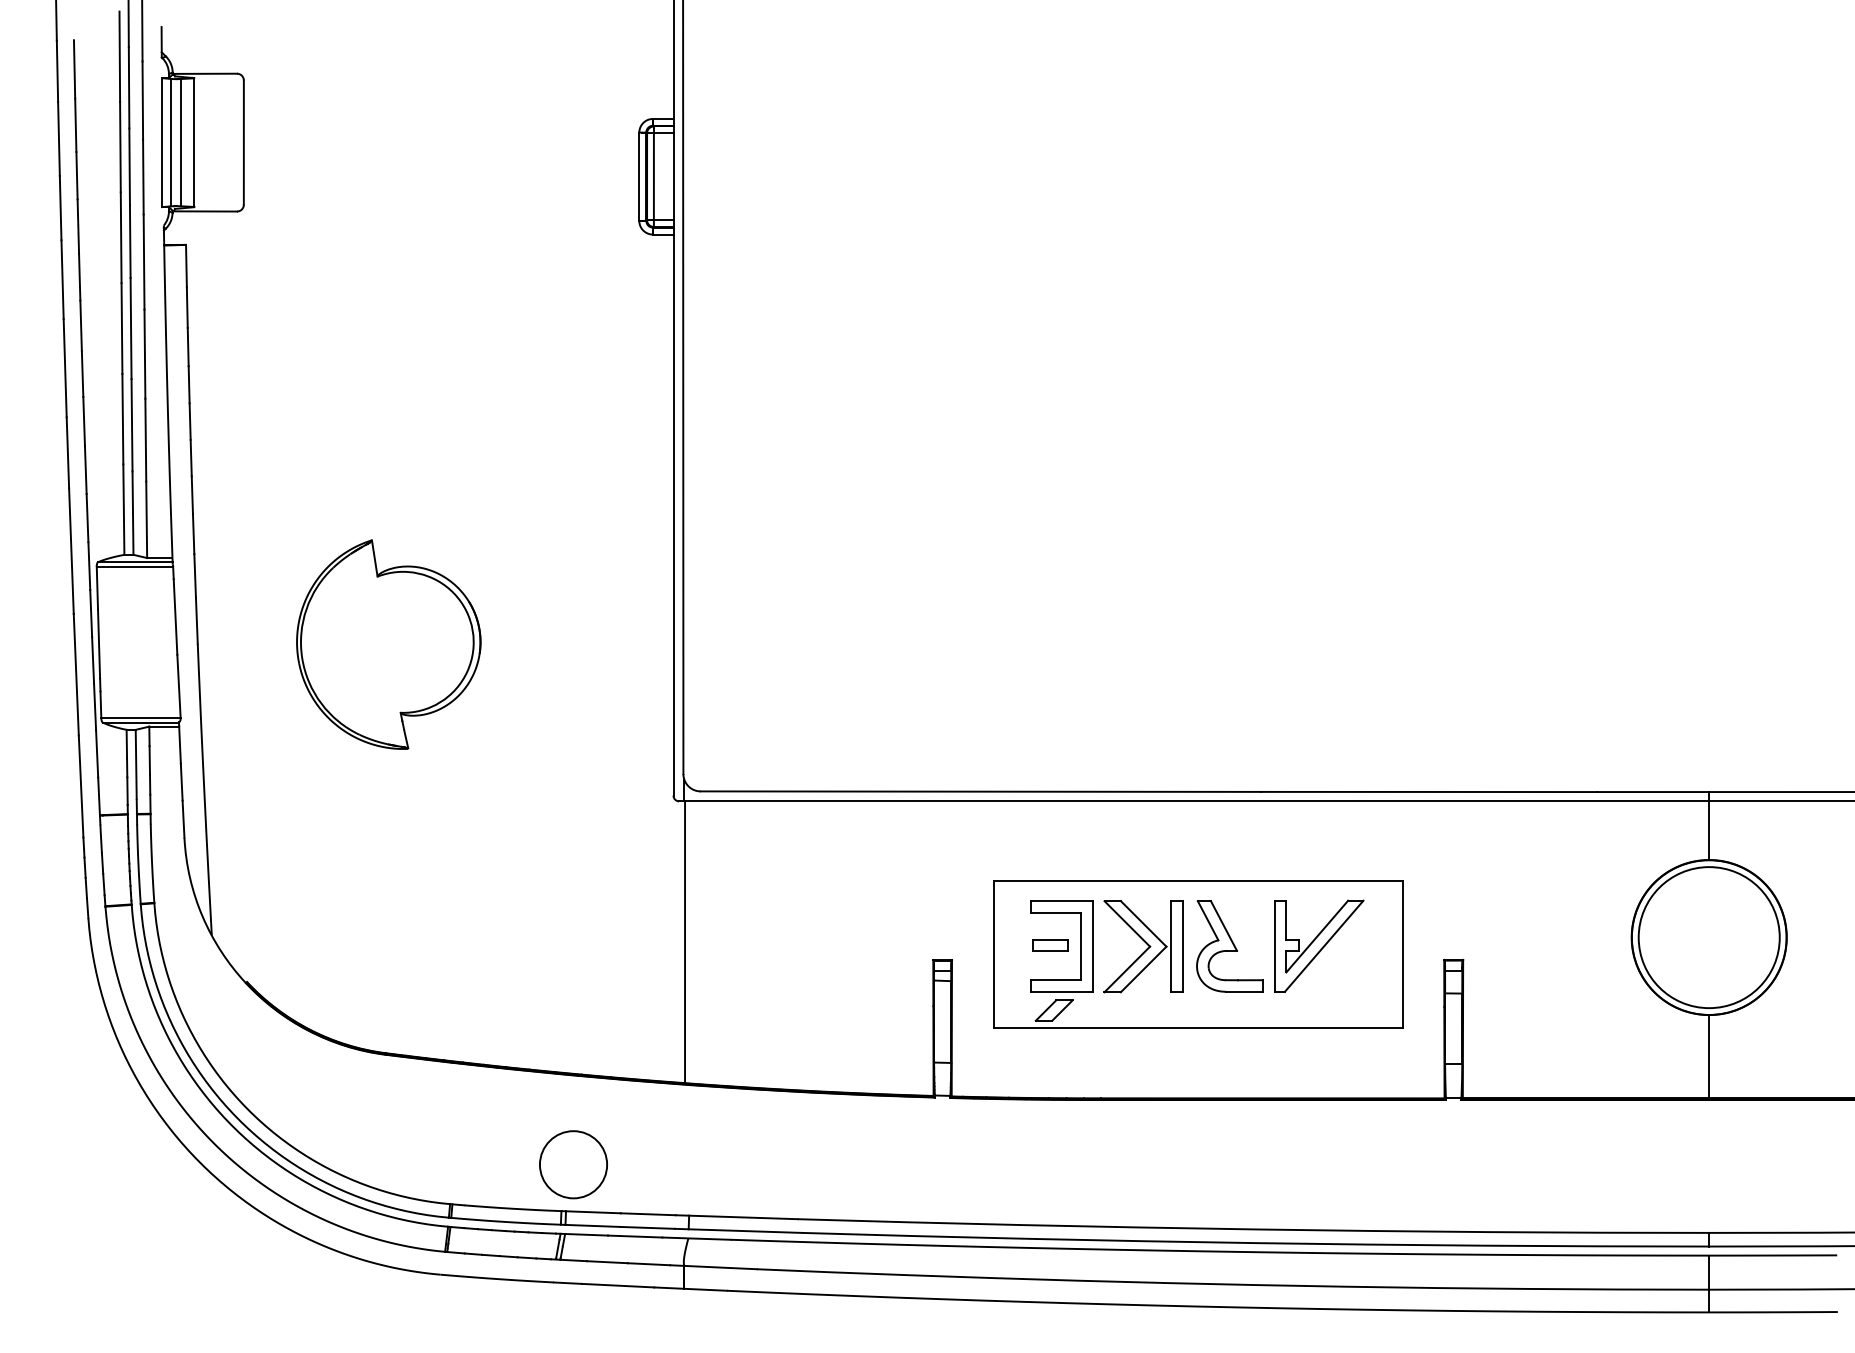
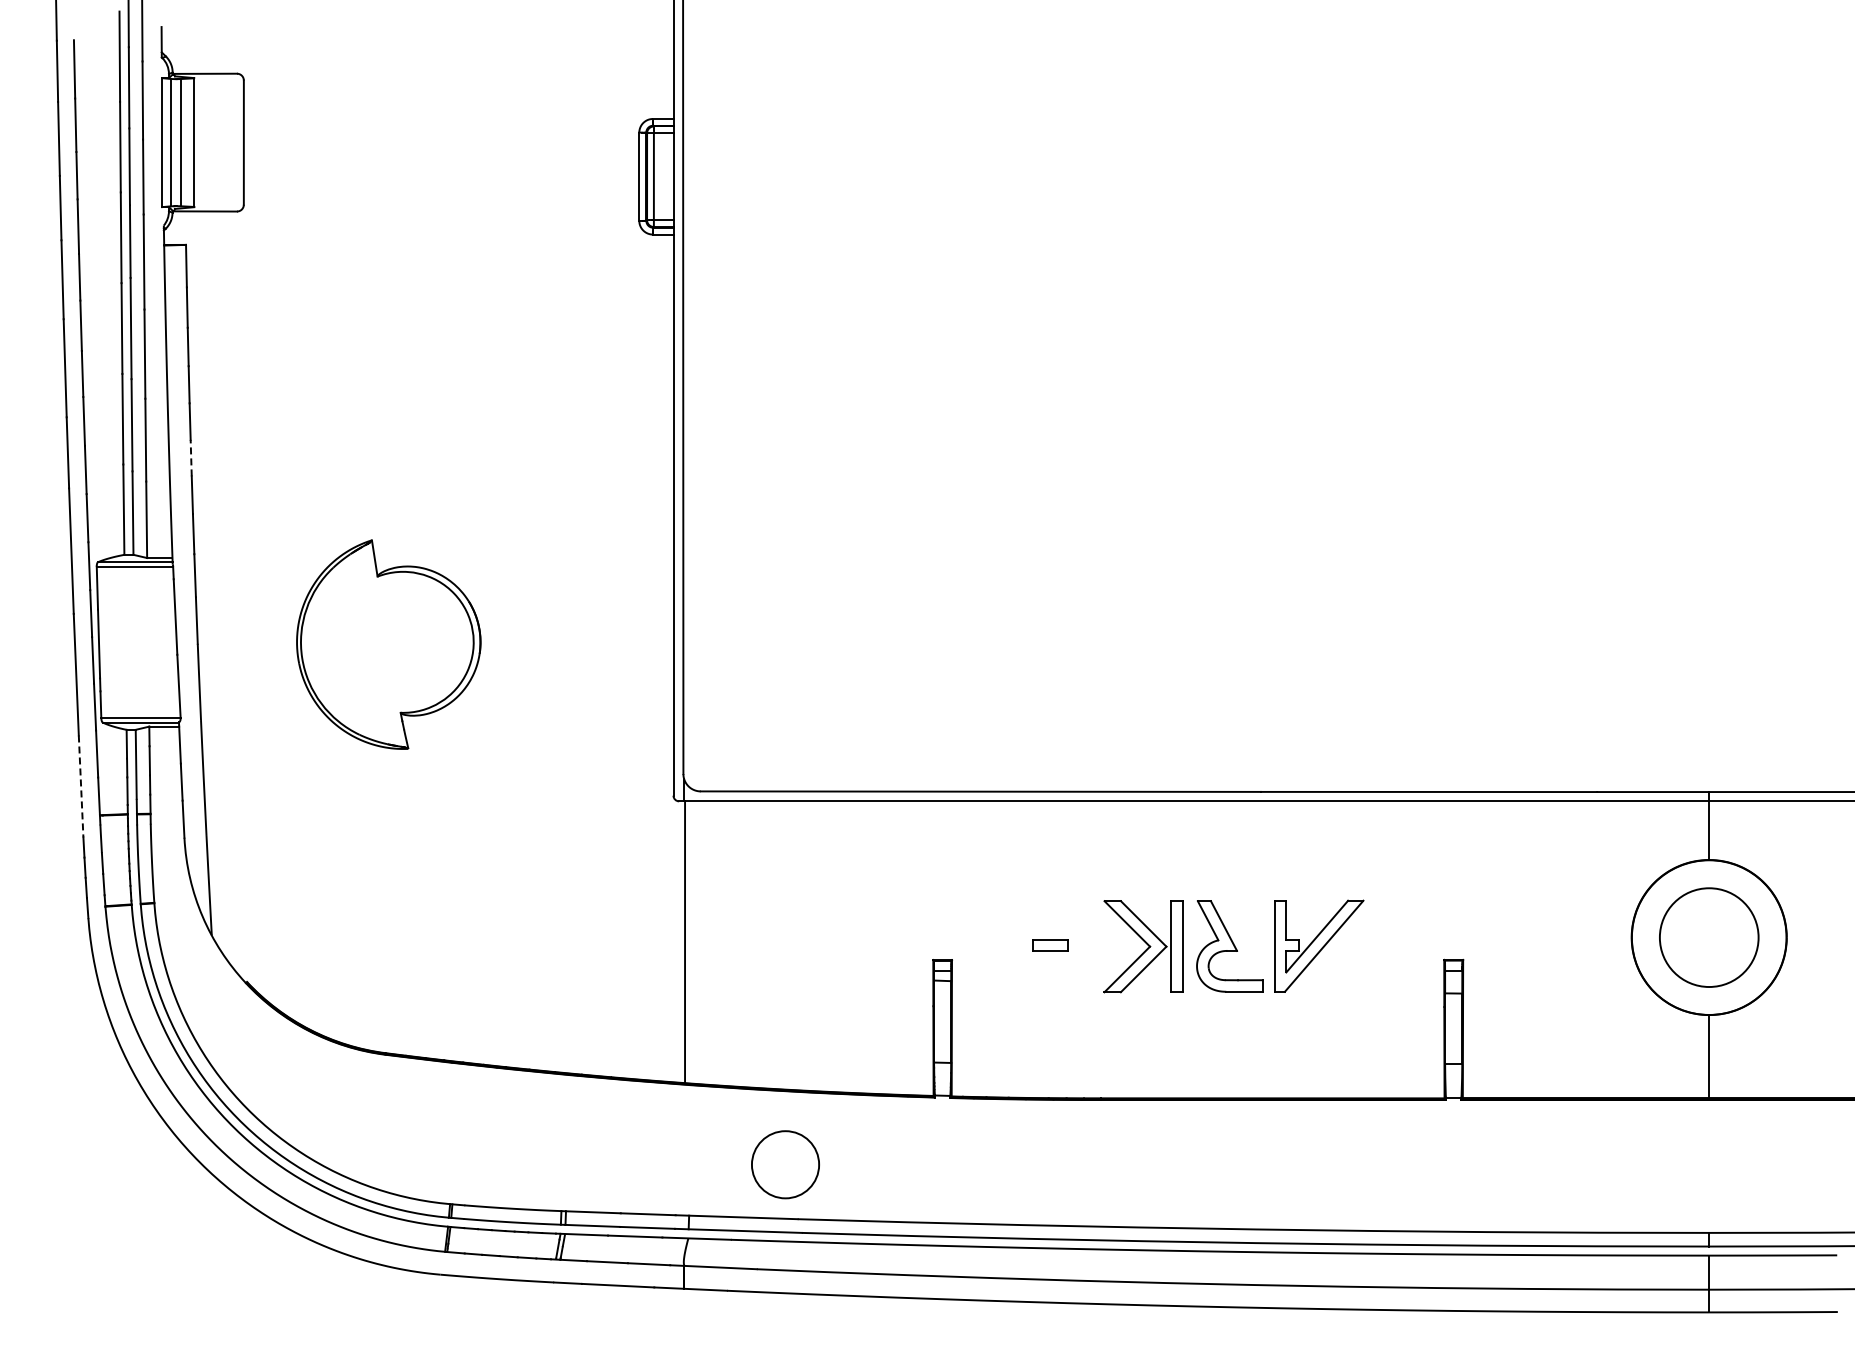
line at (191, 457): solid -> dashed
line at (81, 786): solid -> dashed
circle at (1708, 937) diameter: 141 px -> 99 px
part at (1198, 954): present -> none
circle at (573, 1164) position: (573, 1164) -> (785, 1164)
